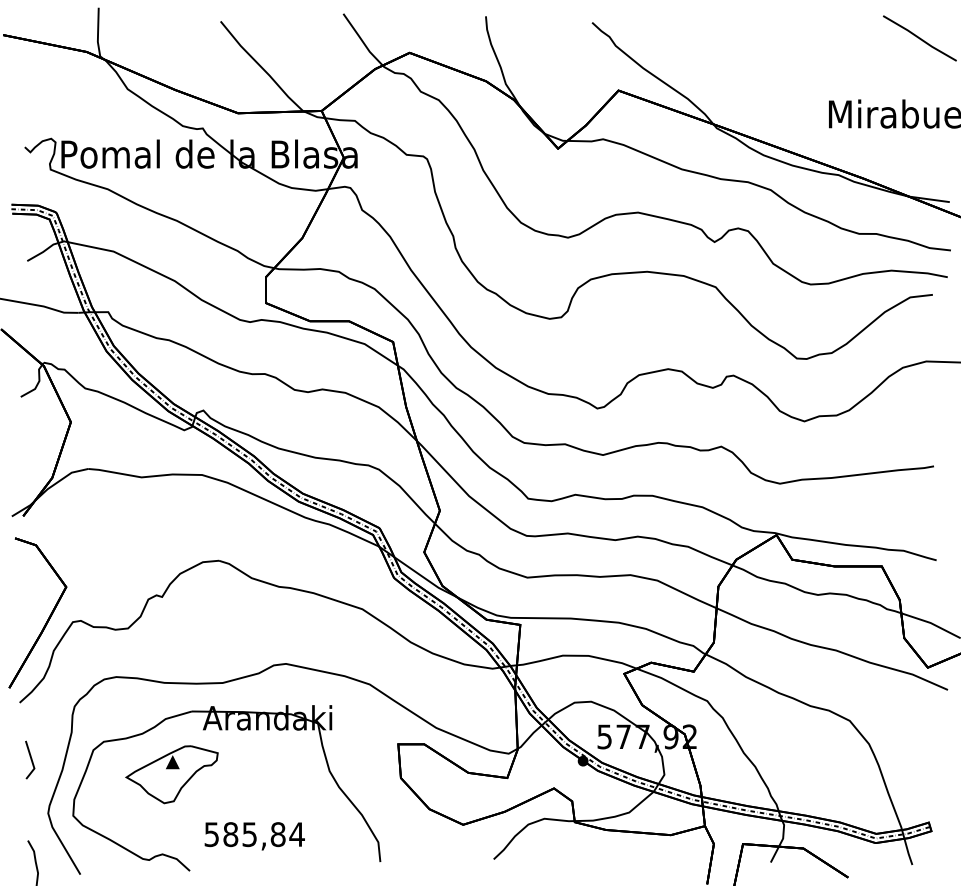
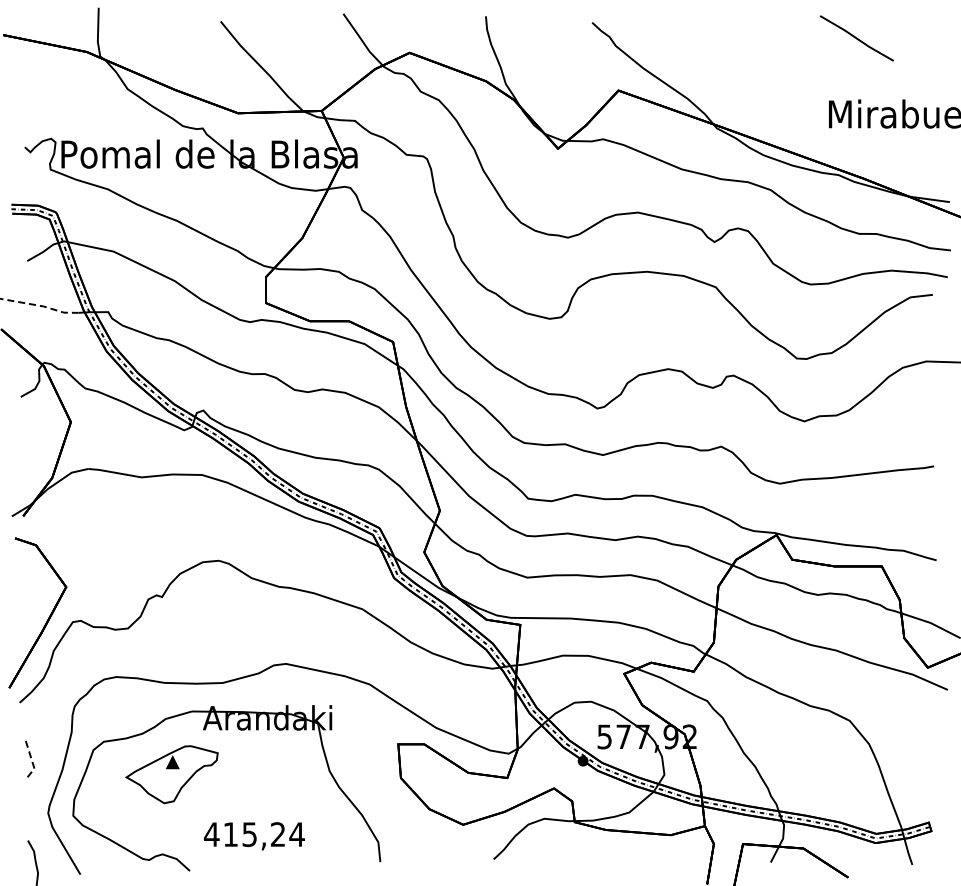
line at (919, 38) position: (919, 38) -> (856, 38)
line at (40, 305): solid -> dashed
line at (32, 761): solid -> dashed
text at (244, 834): 585,84 -> 415,24
